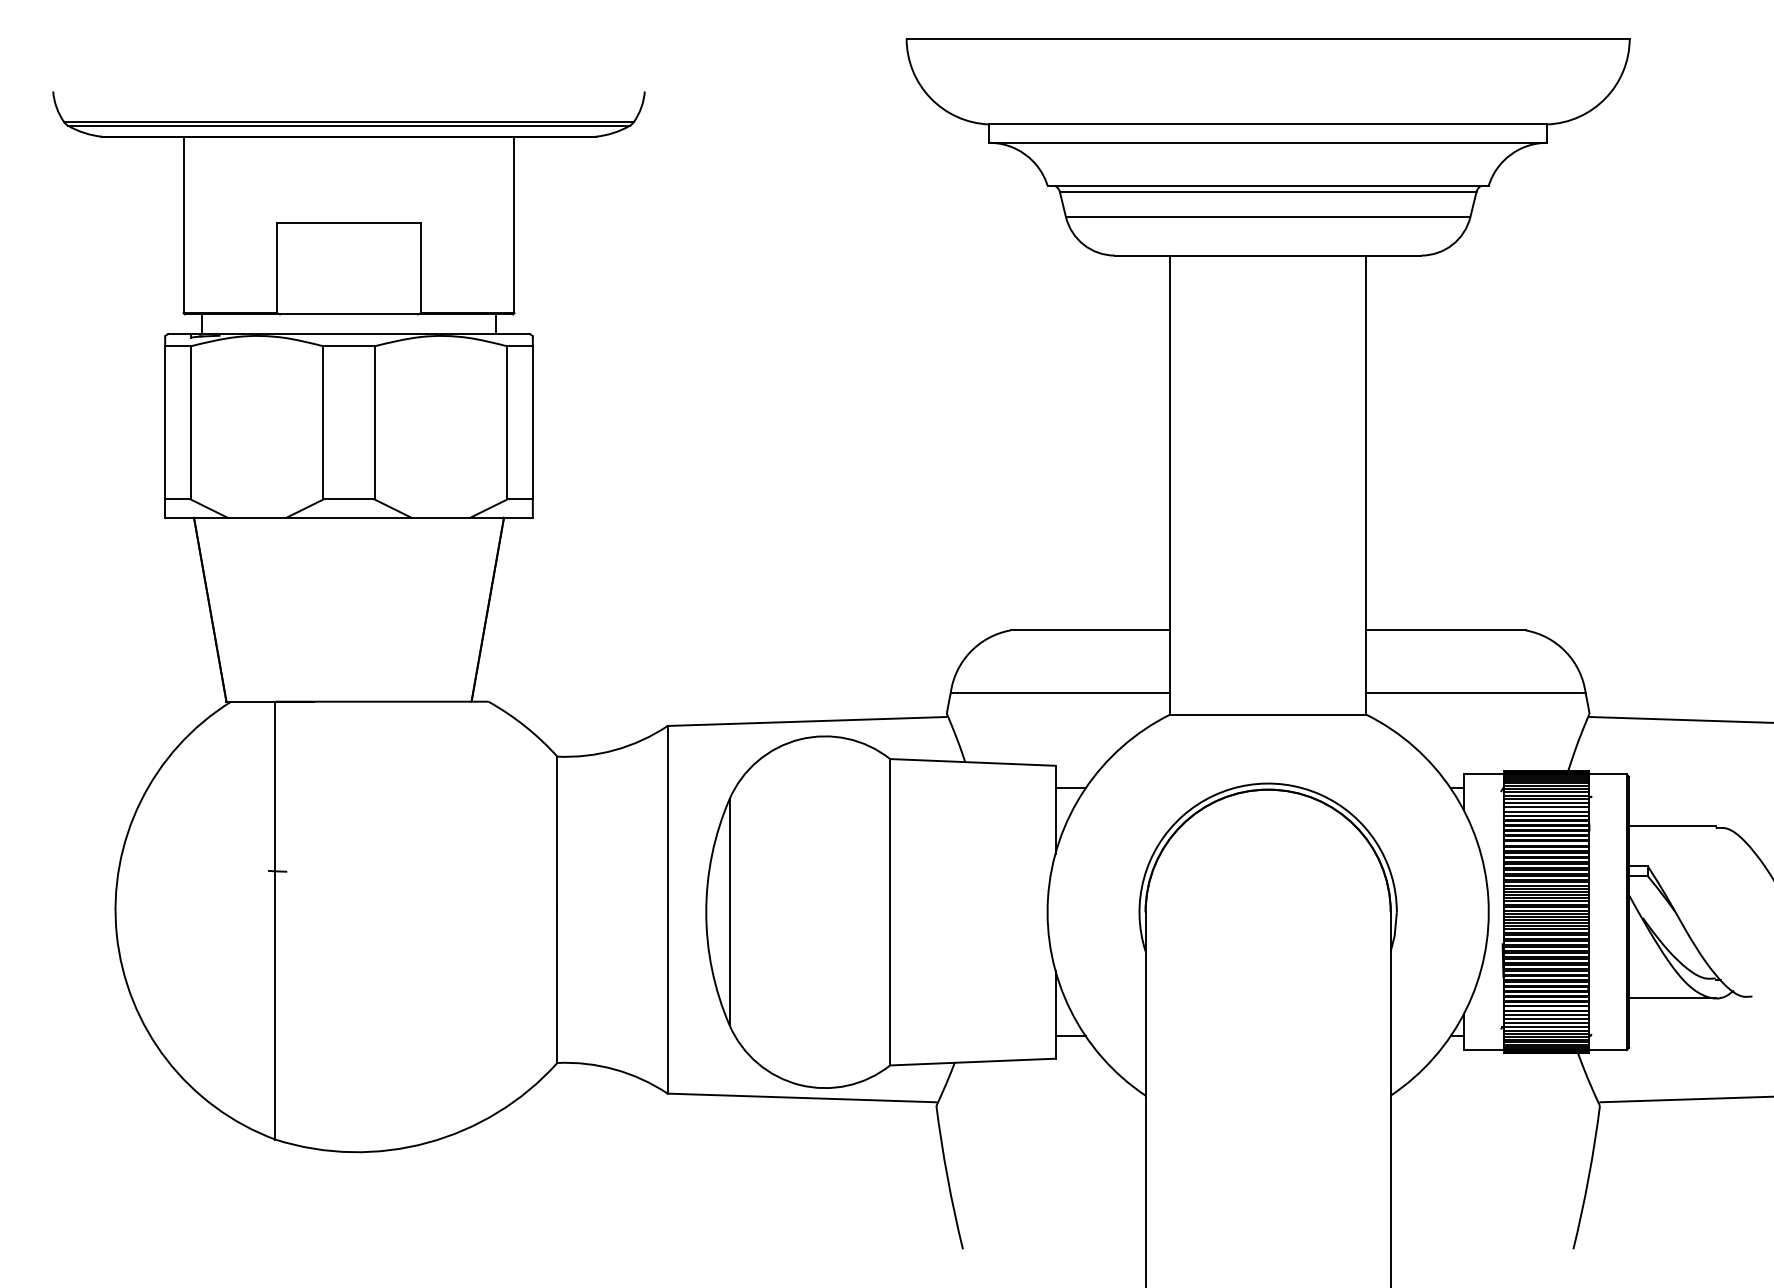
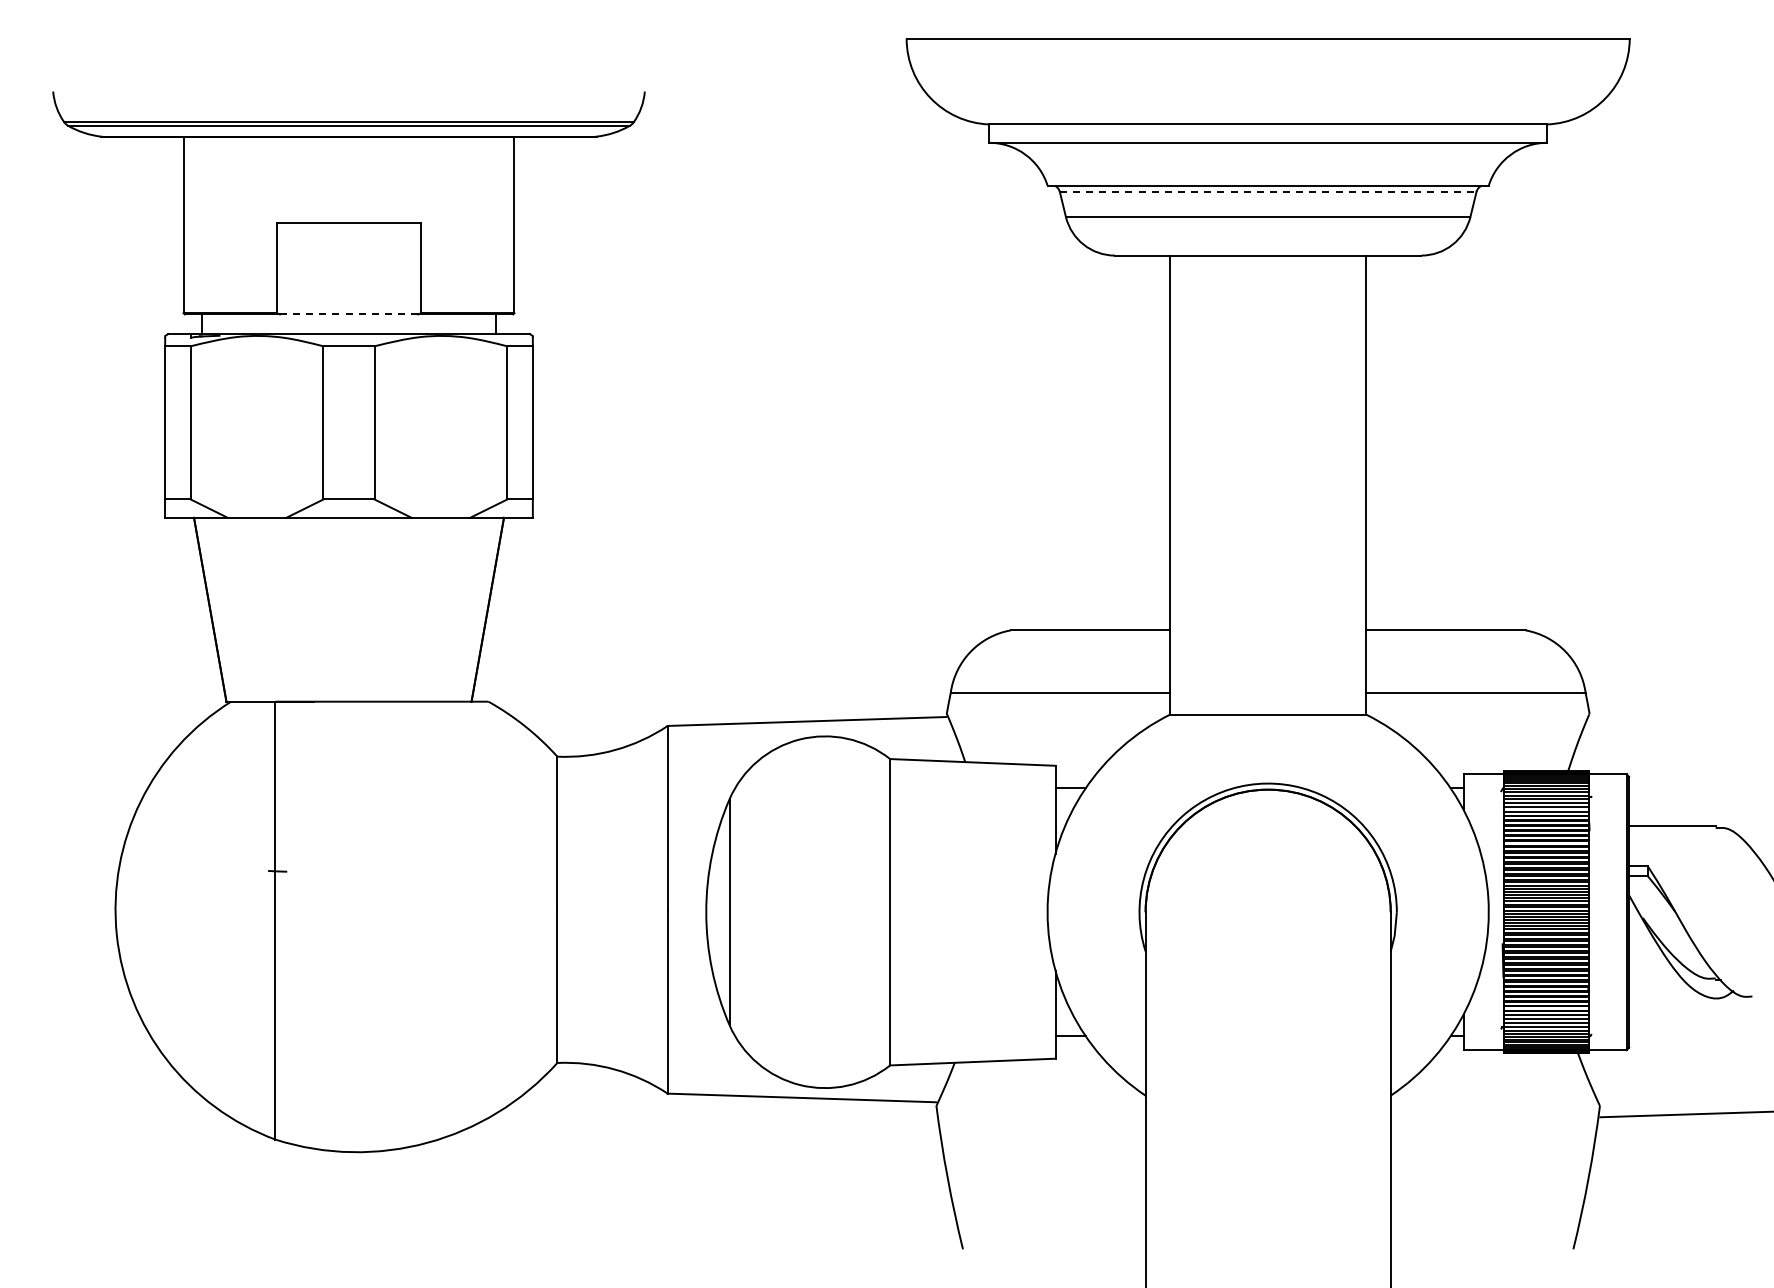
line at (1268, 191): solid -> dashed
line at (348, 314): solid -> dashed
line at (1680, 719): present -> none
line at (1672, 998): present -> none
line at (1685, 1099) position: (1685, 1099) -> (1685, 1114)
